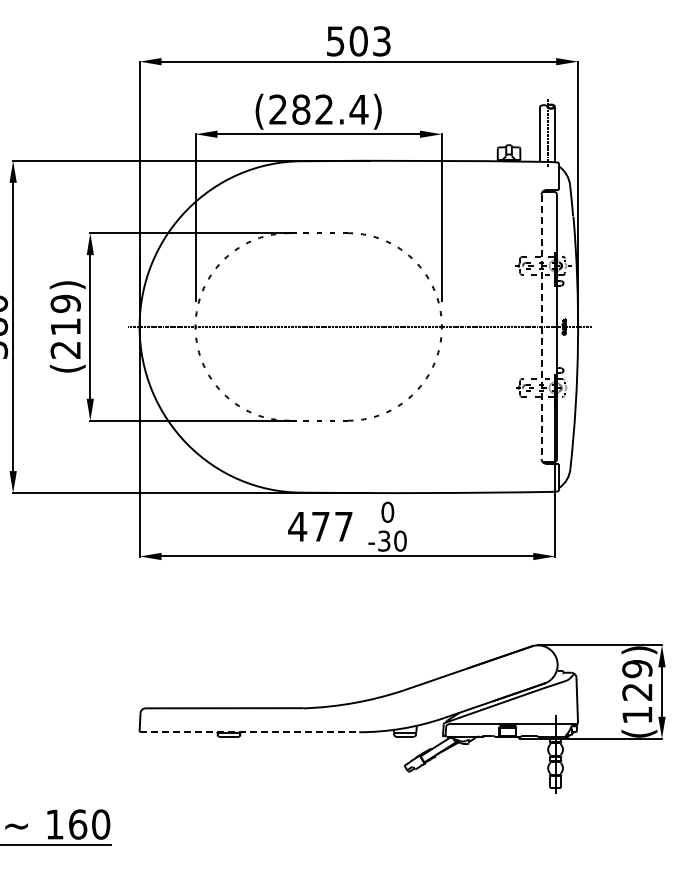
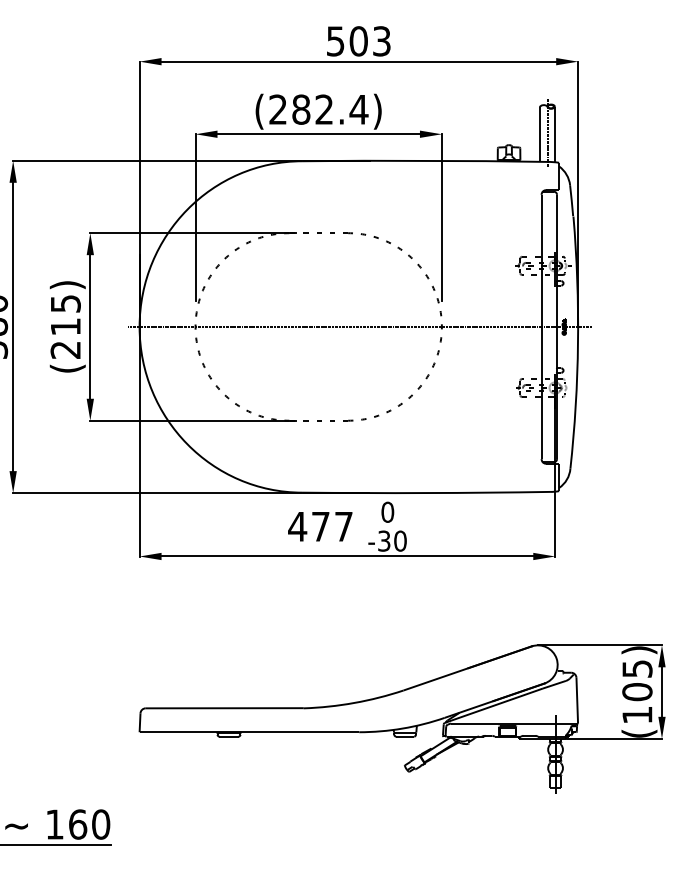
text at (65, 303): (219) -> (215)
line at (541, 327): dashed -> solid
text at (637, 680): (129) -> (105)
line at (249, 732): dashed -> solid
